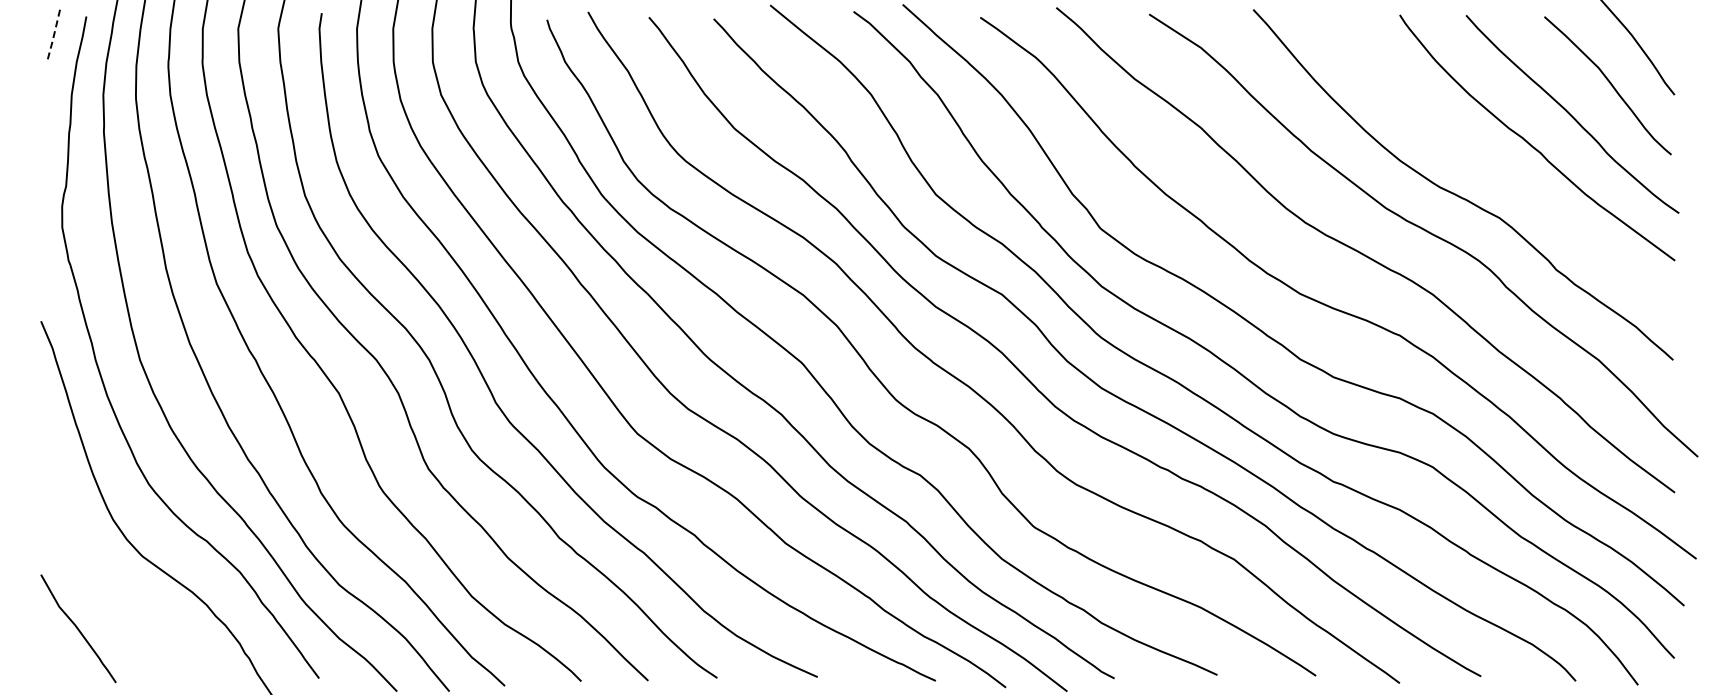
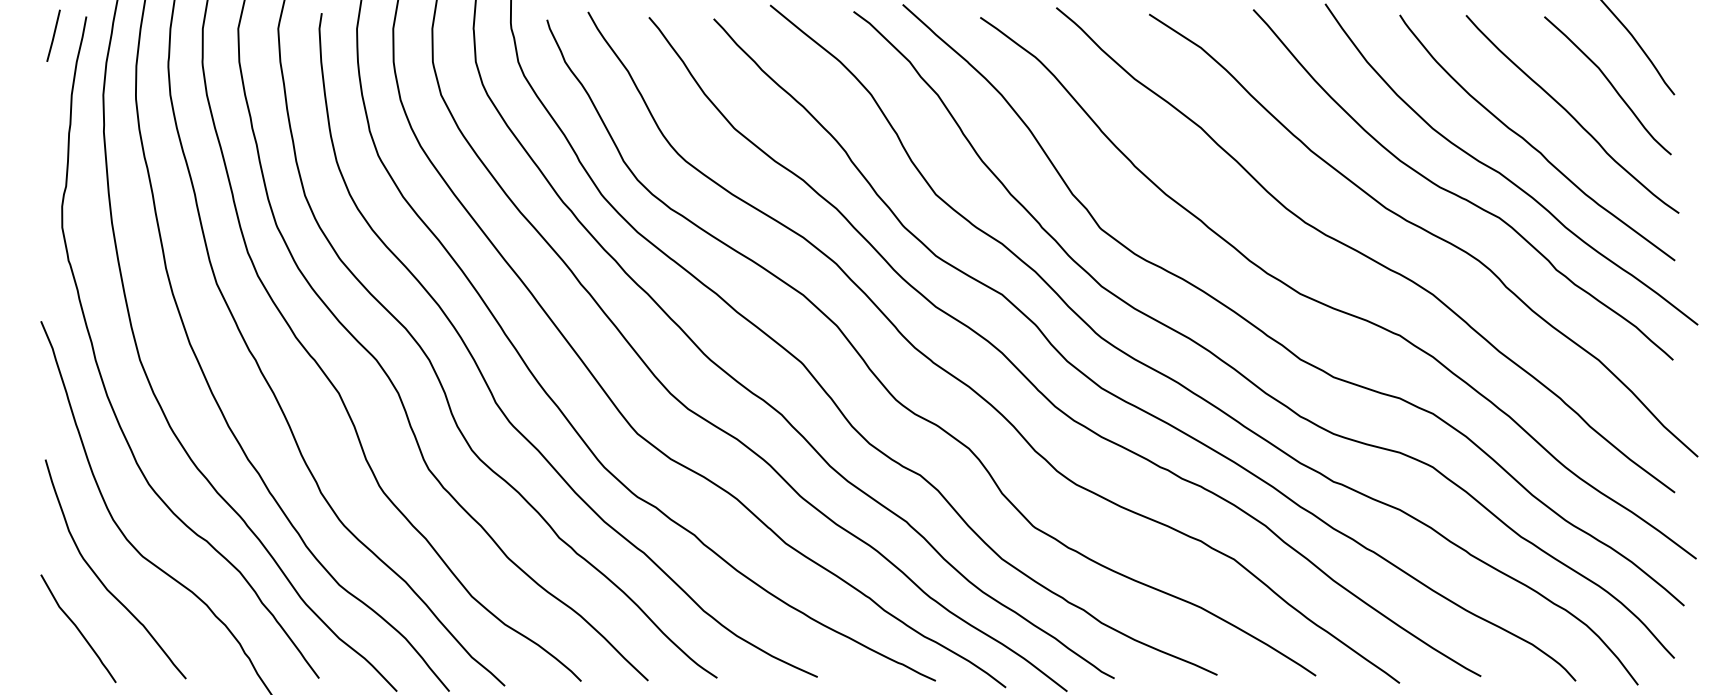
line at (53, 36): dashed -> solid
curve at (1503, 174): none -> present
curve at (102, 581): none -> present
